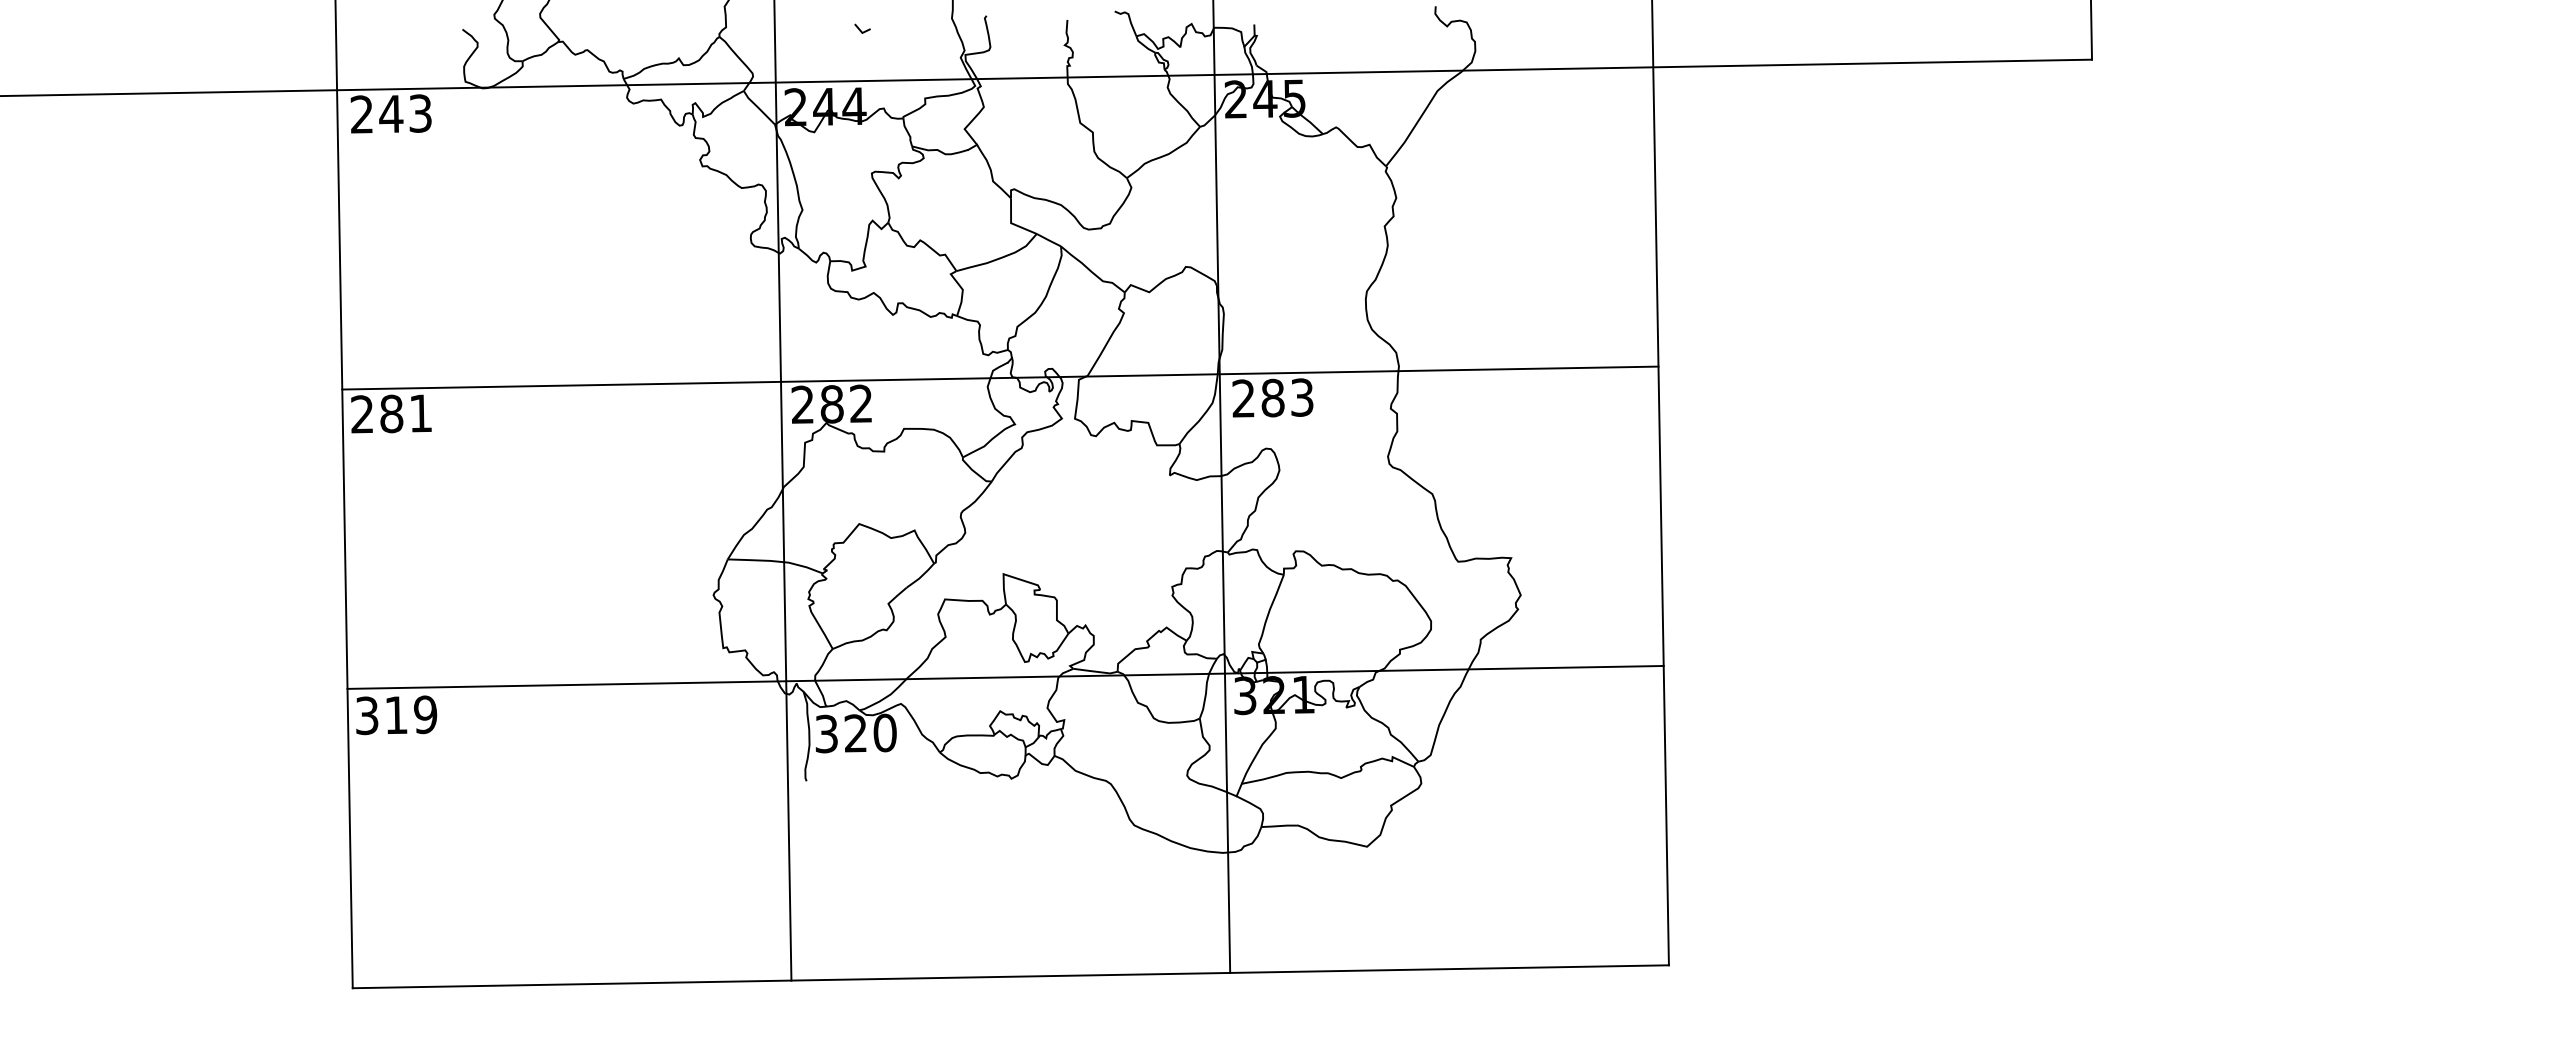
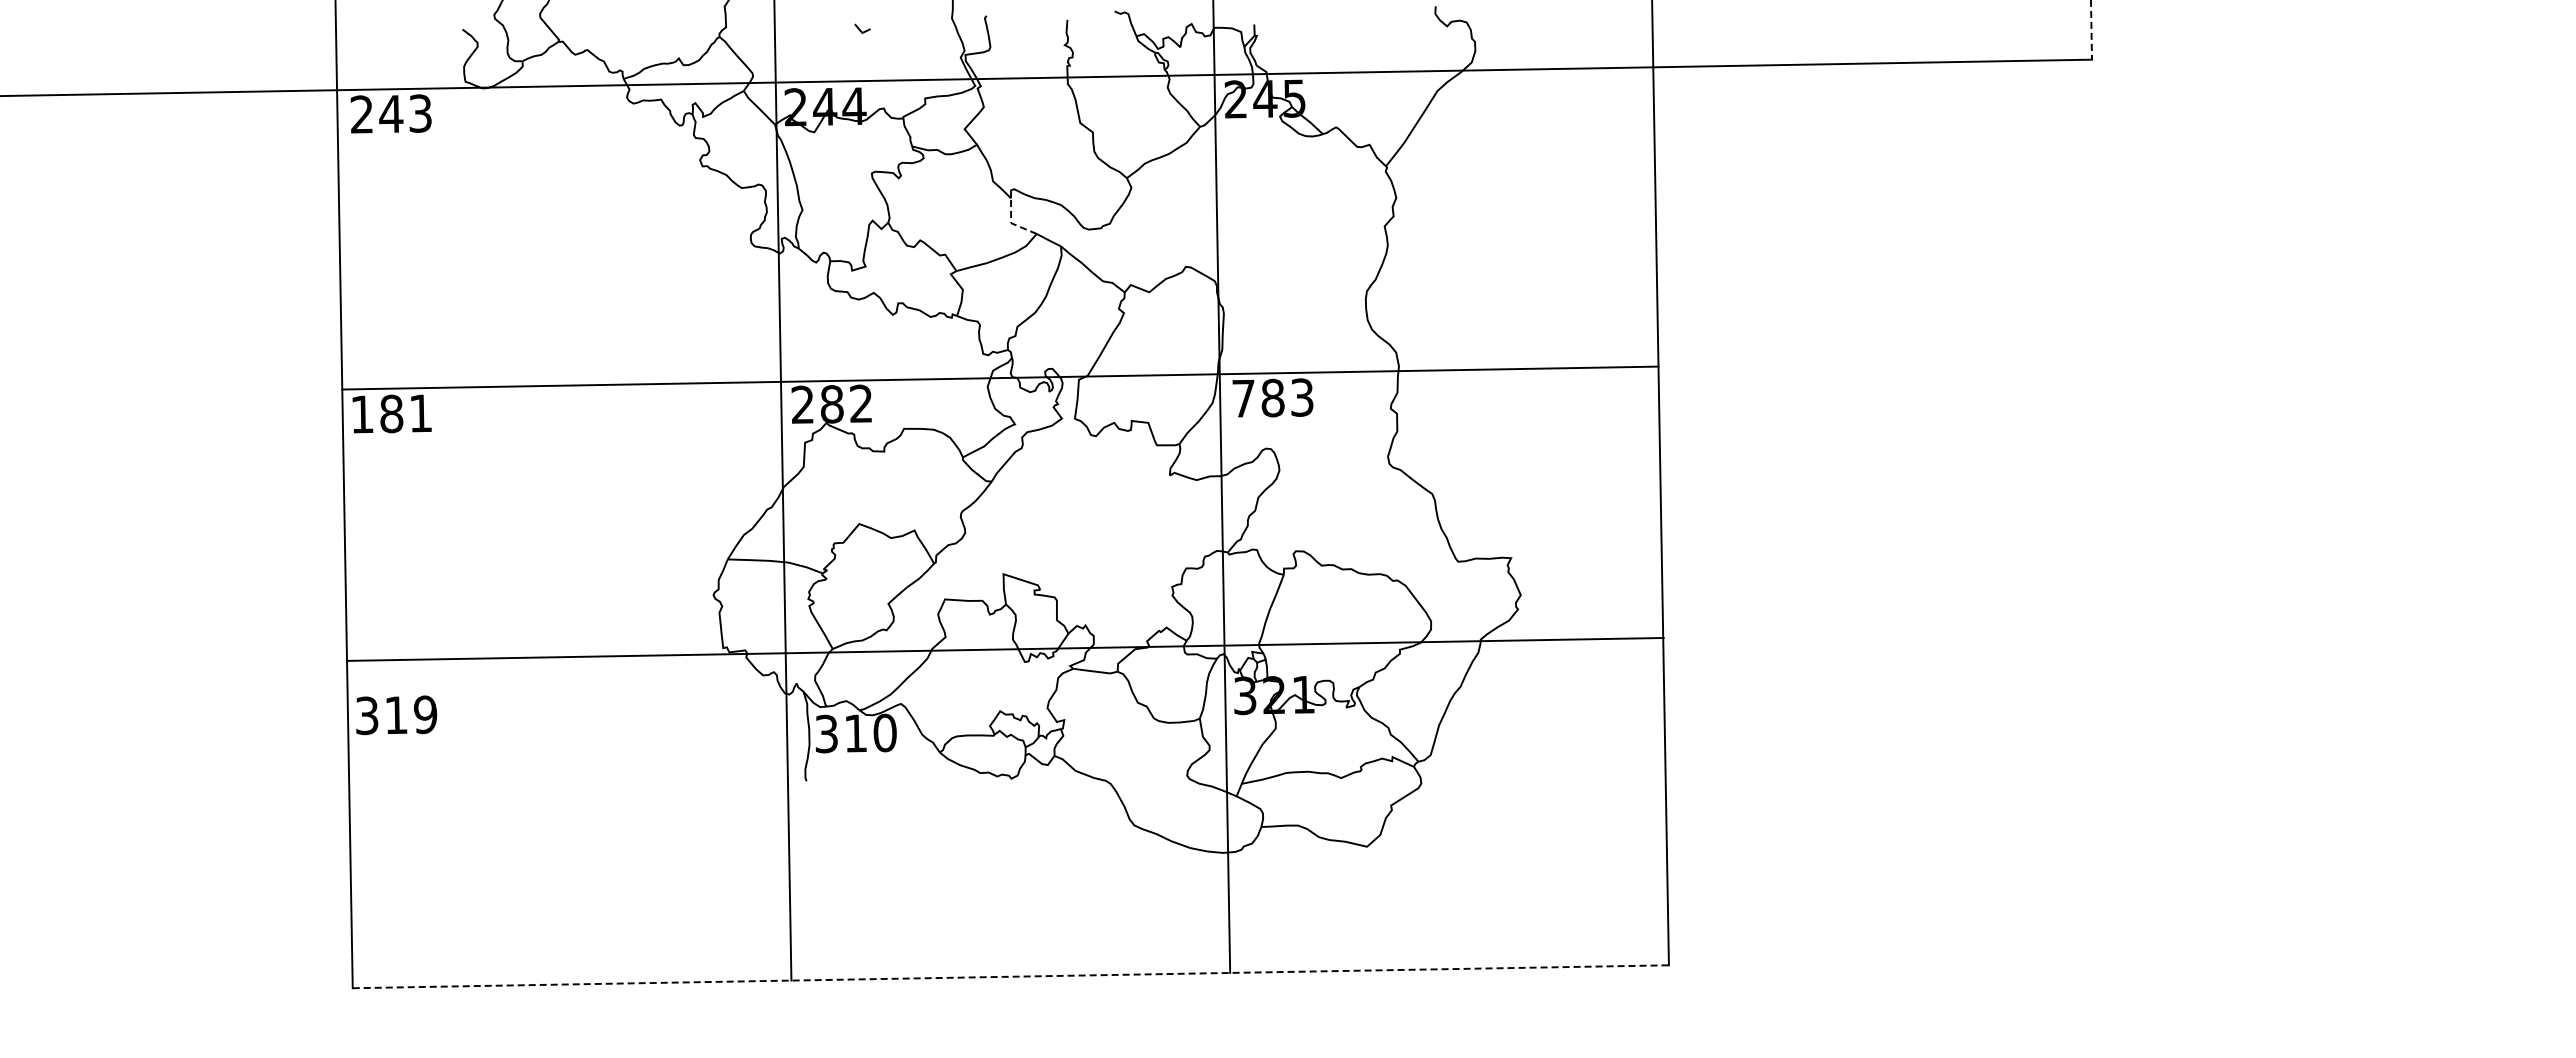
line at (2091, 30): solid -> dashed
line at (1012, 223): solid -> dashed
text at (1243, 398): 283 -> 783
text at (362, 414): 281 -> 181
line at (1005, 676) position: (1005, 676) -> (1005, 648)
text at (855, 733): 320 -> 310
line at (1011, 976): solid -> dashed
